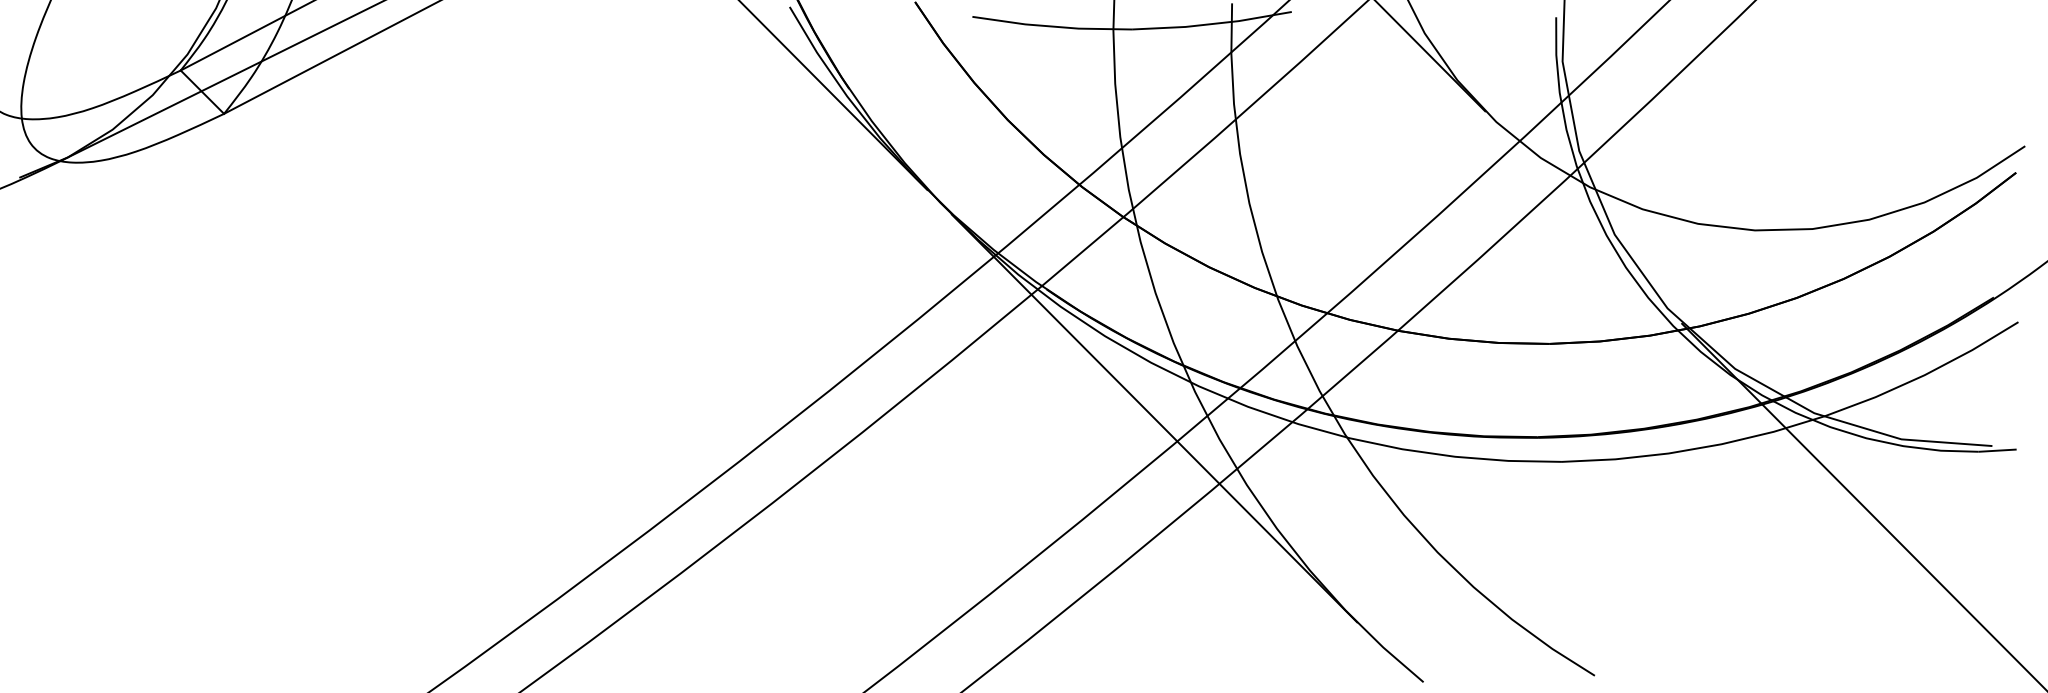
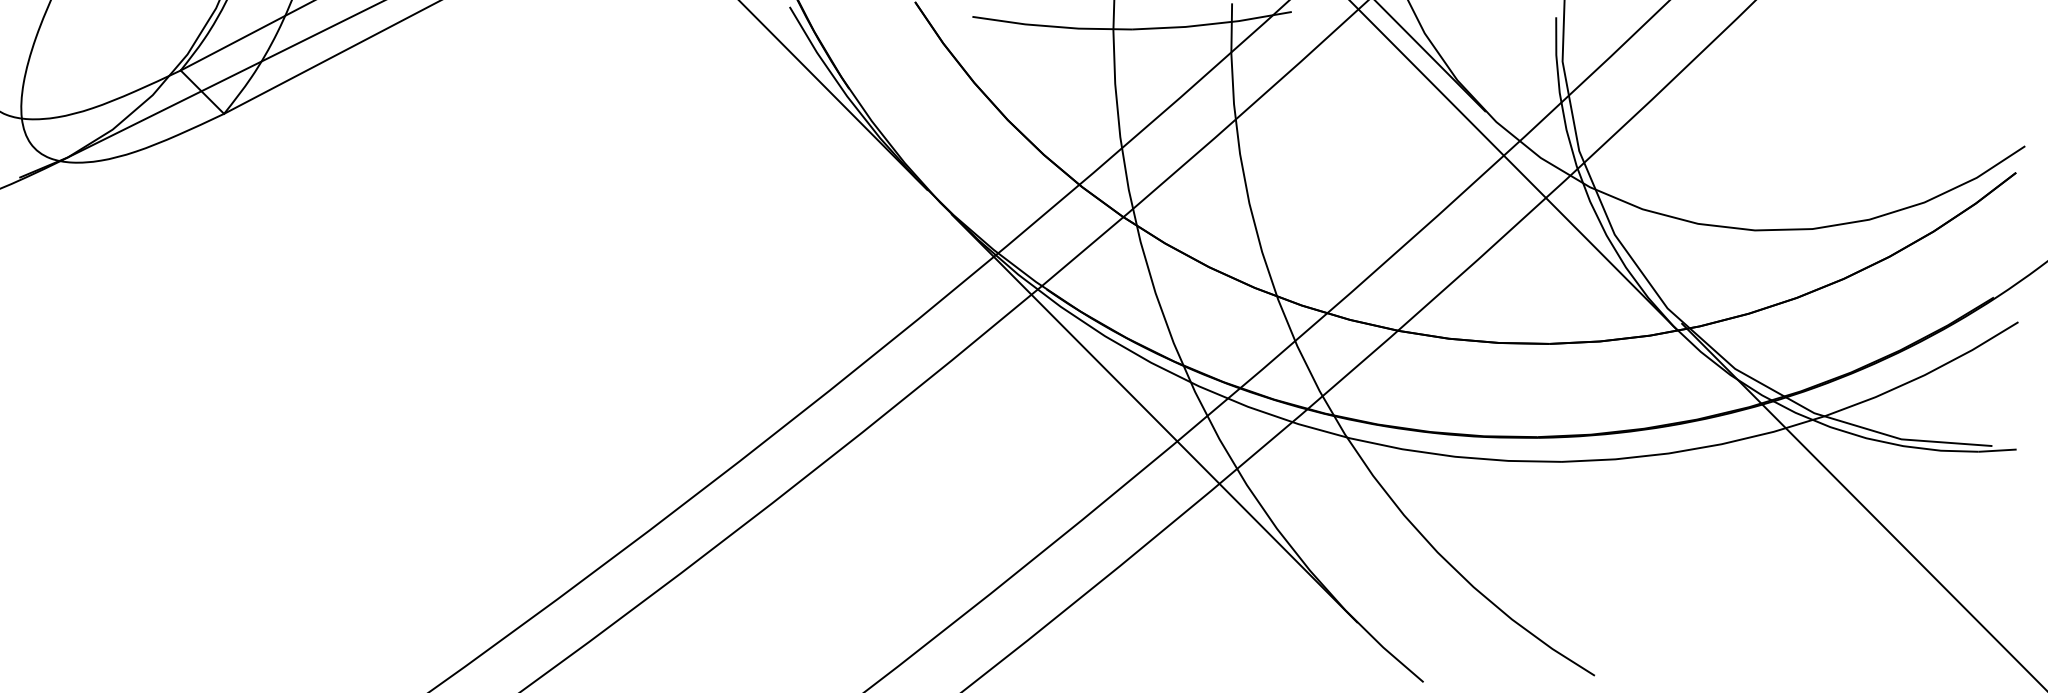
line at (1513, 165): none -> present
